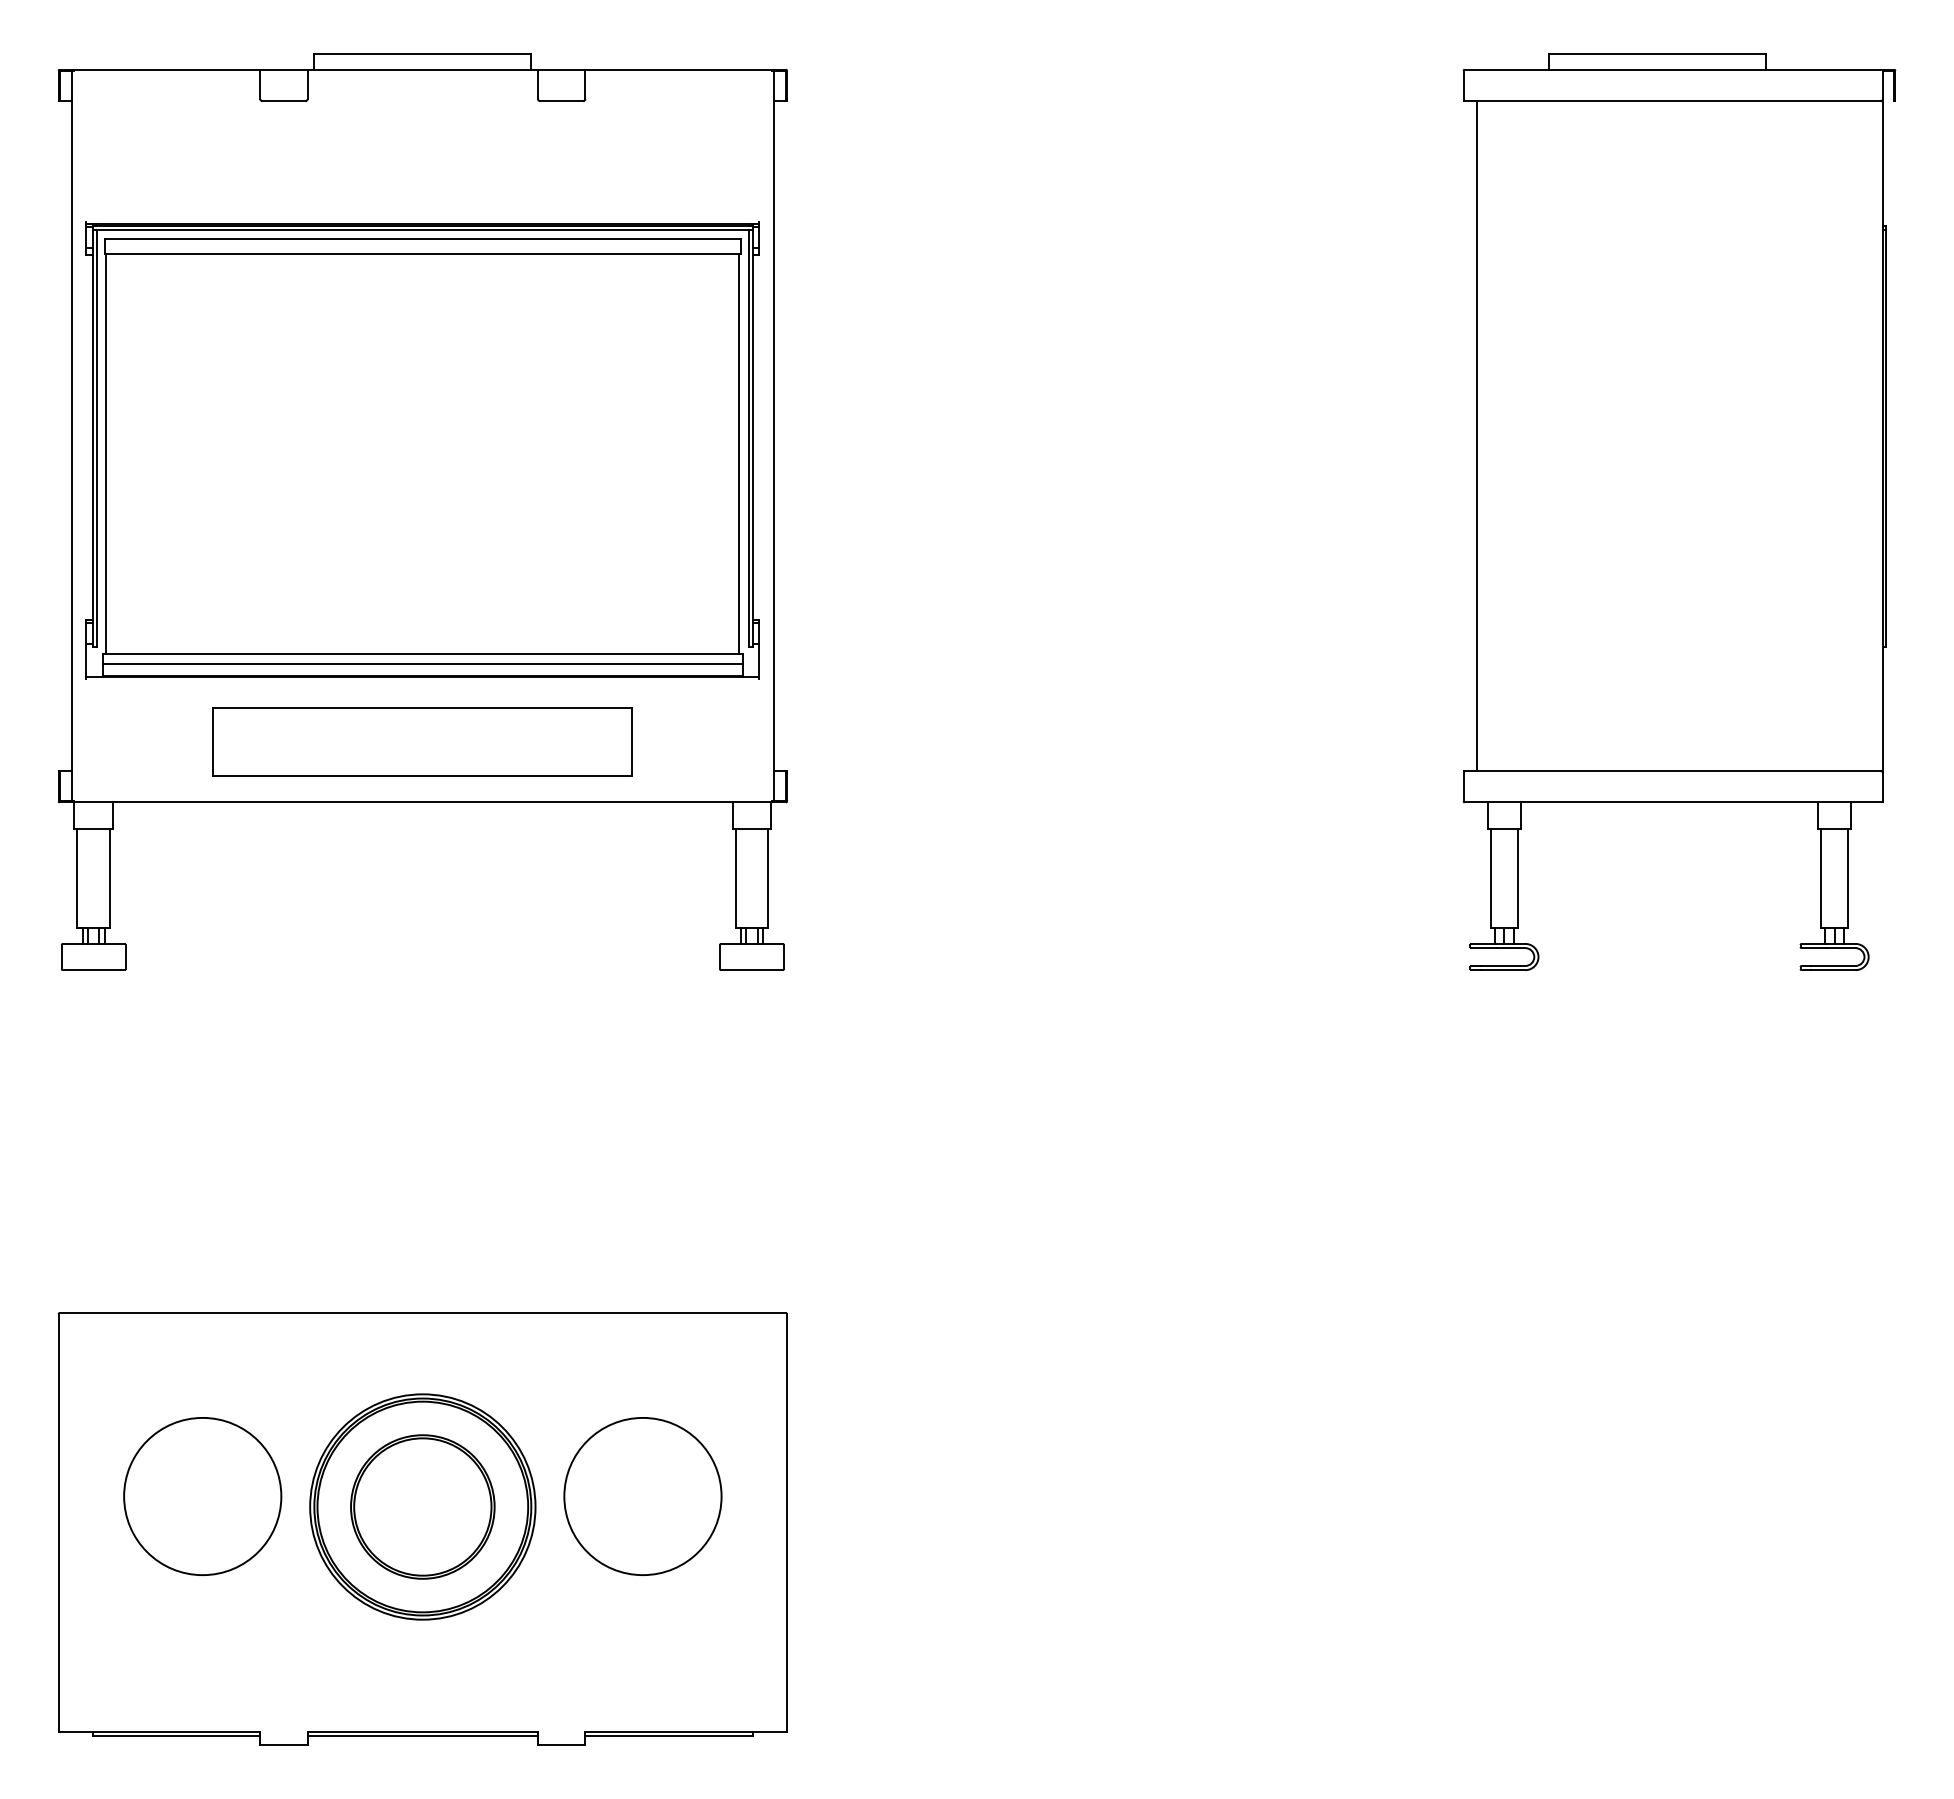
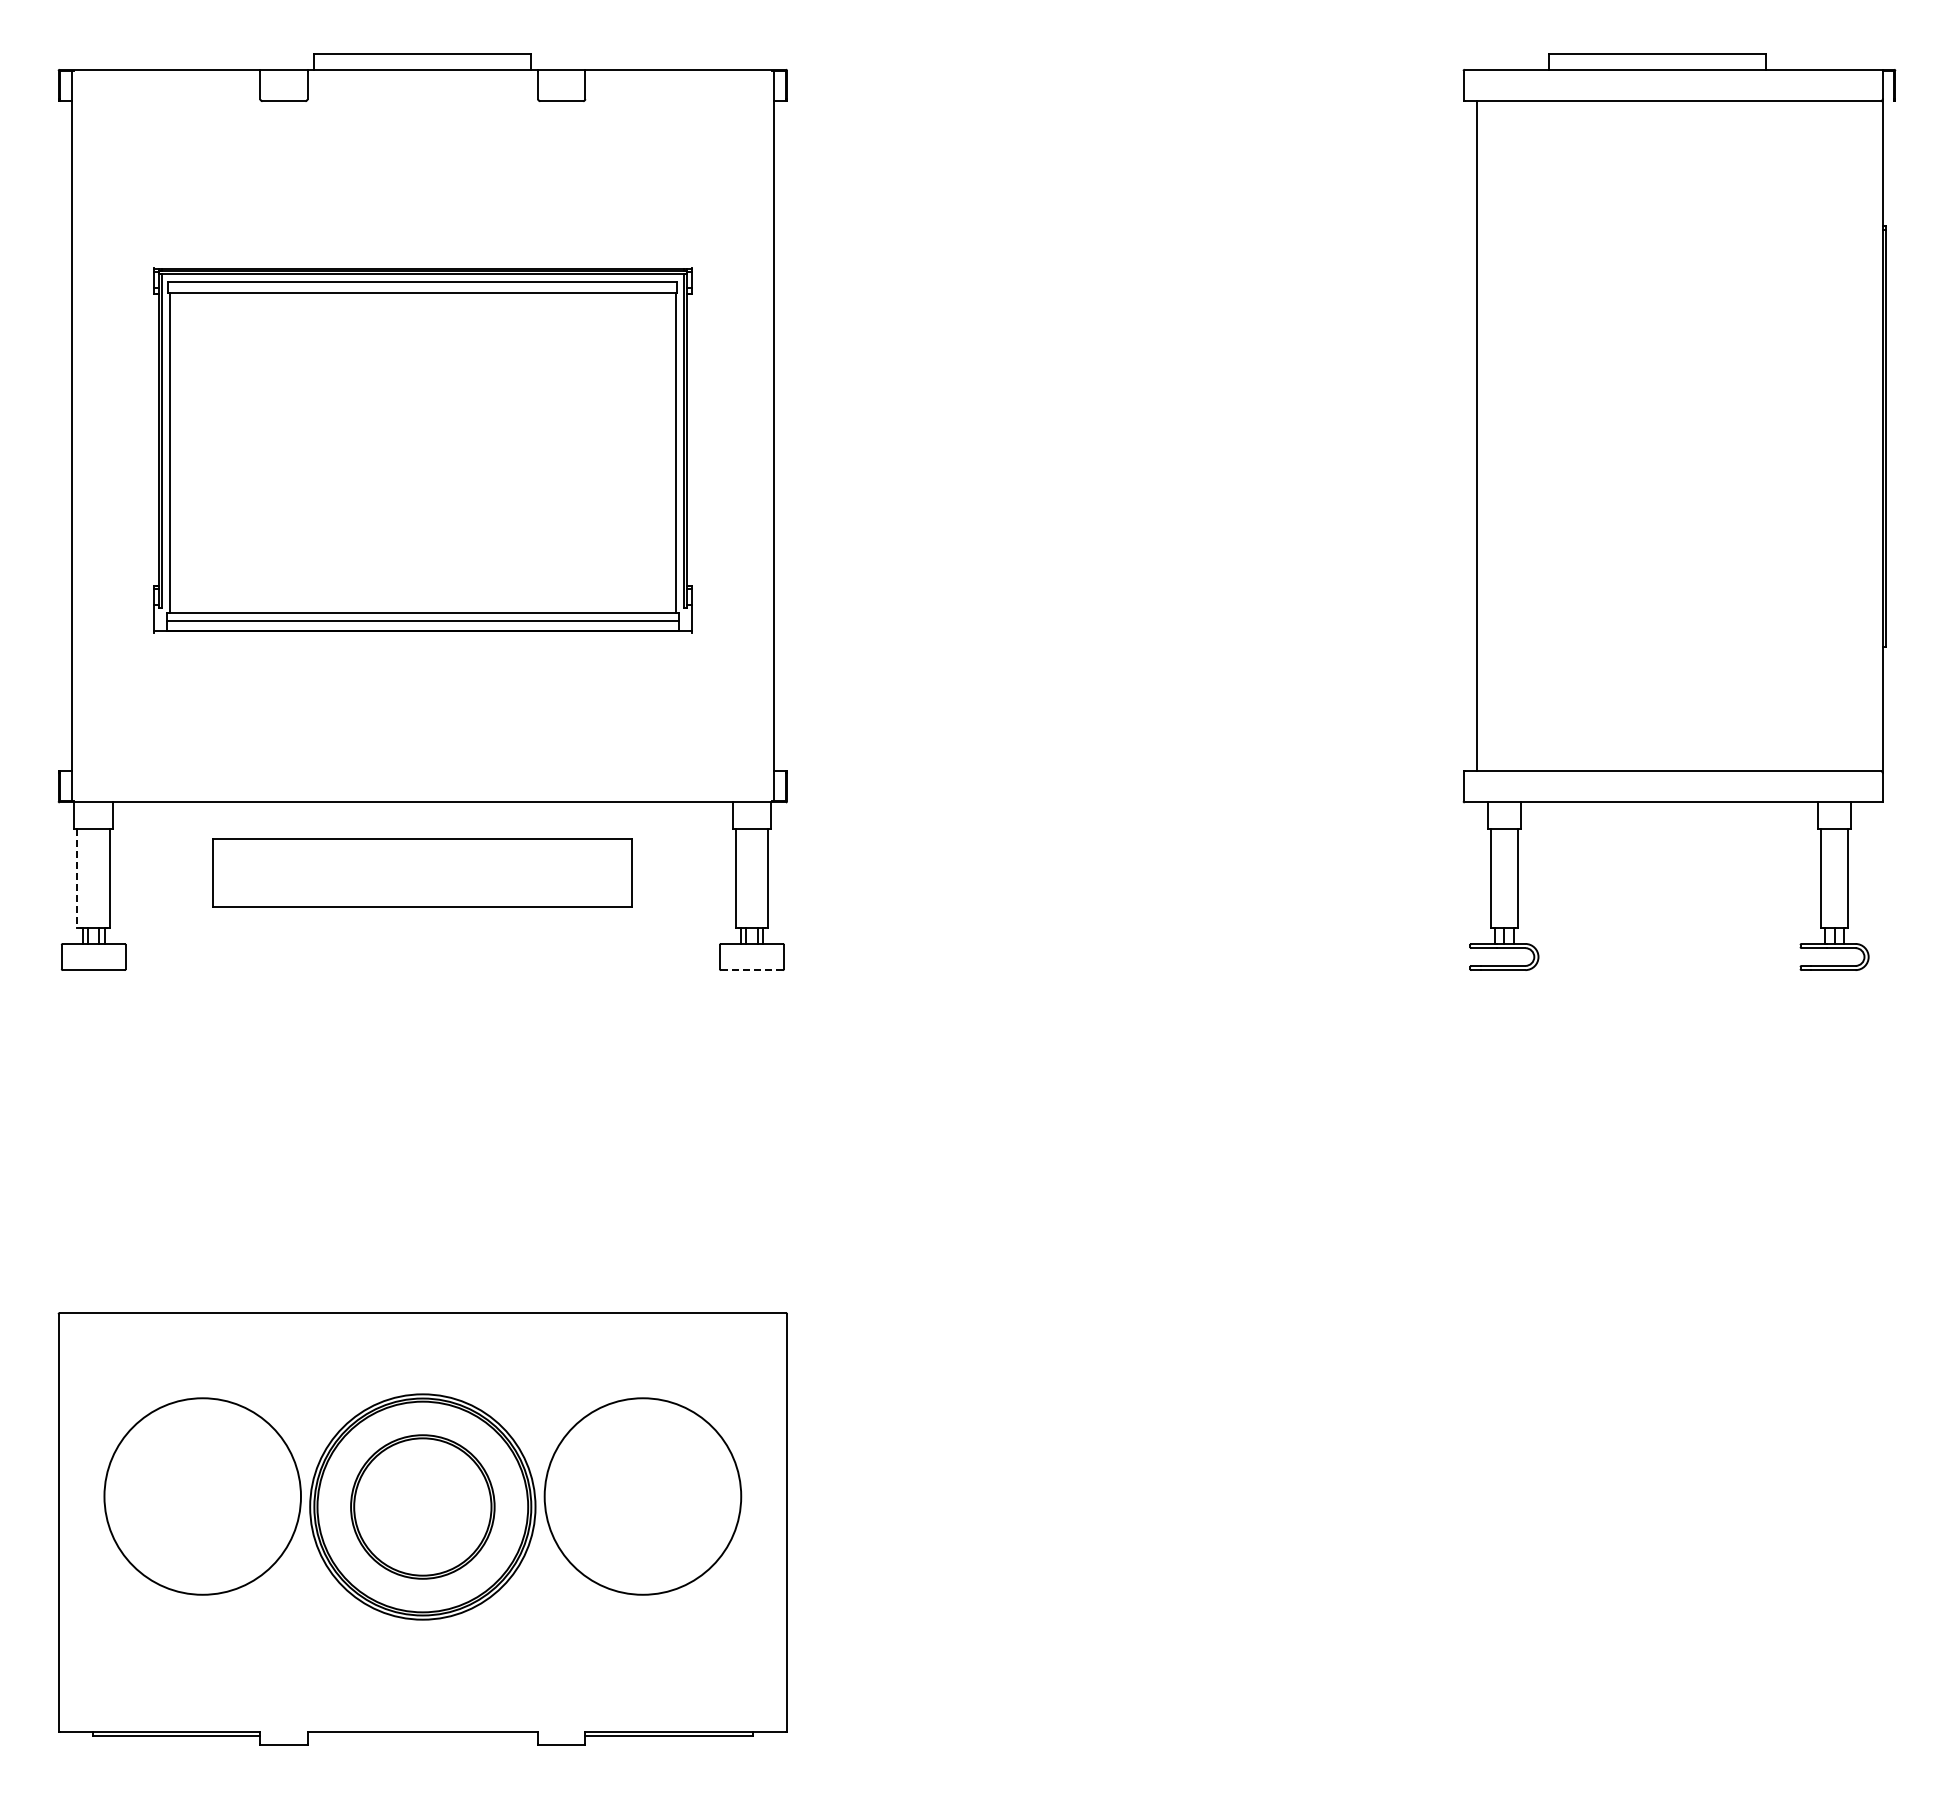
part at (422, 450) size: 675x459 px -> 540x367 px
part at (422, 741) position: (422, 741) -> (422, 872)
line at (77, 878): solid -> dashed
line at (751, 970): solid -> dashed
circle at (202, 1496) diameter: 157 px -> 197 px
circle at (642, 1496) diameter: 157 px -> 197 px
line at (422, 1735): present -> none
